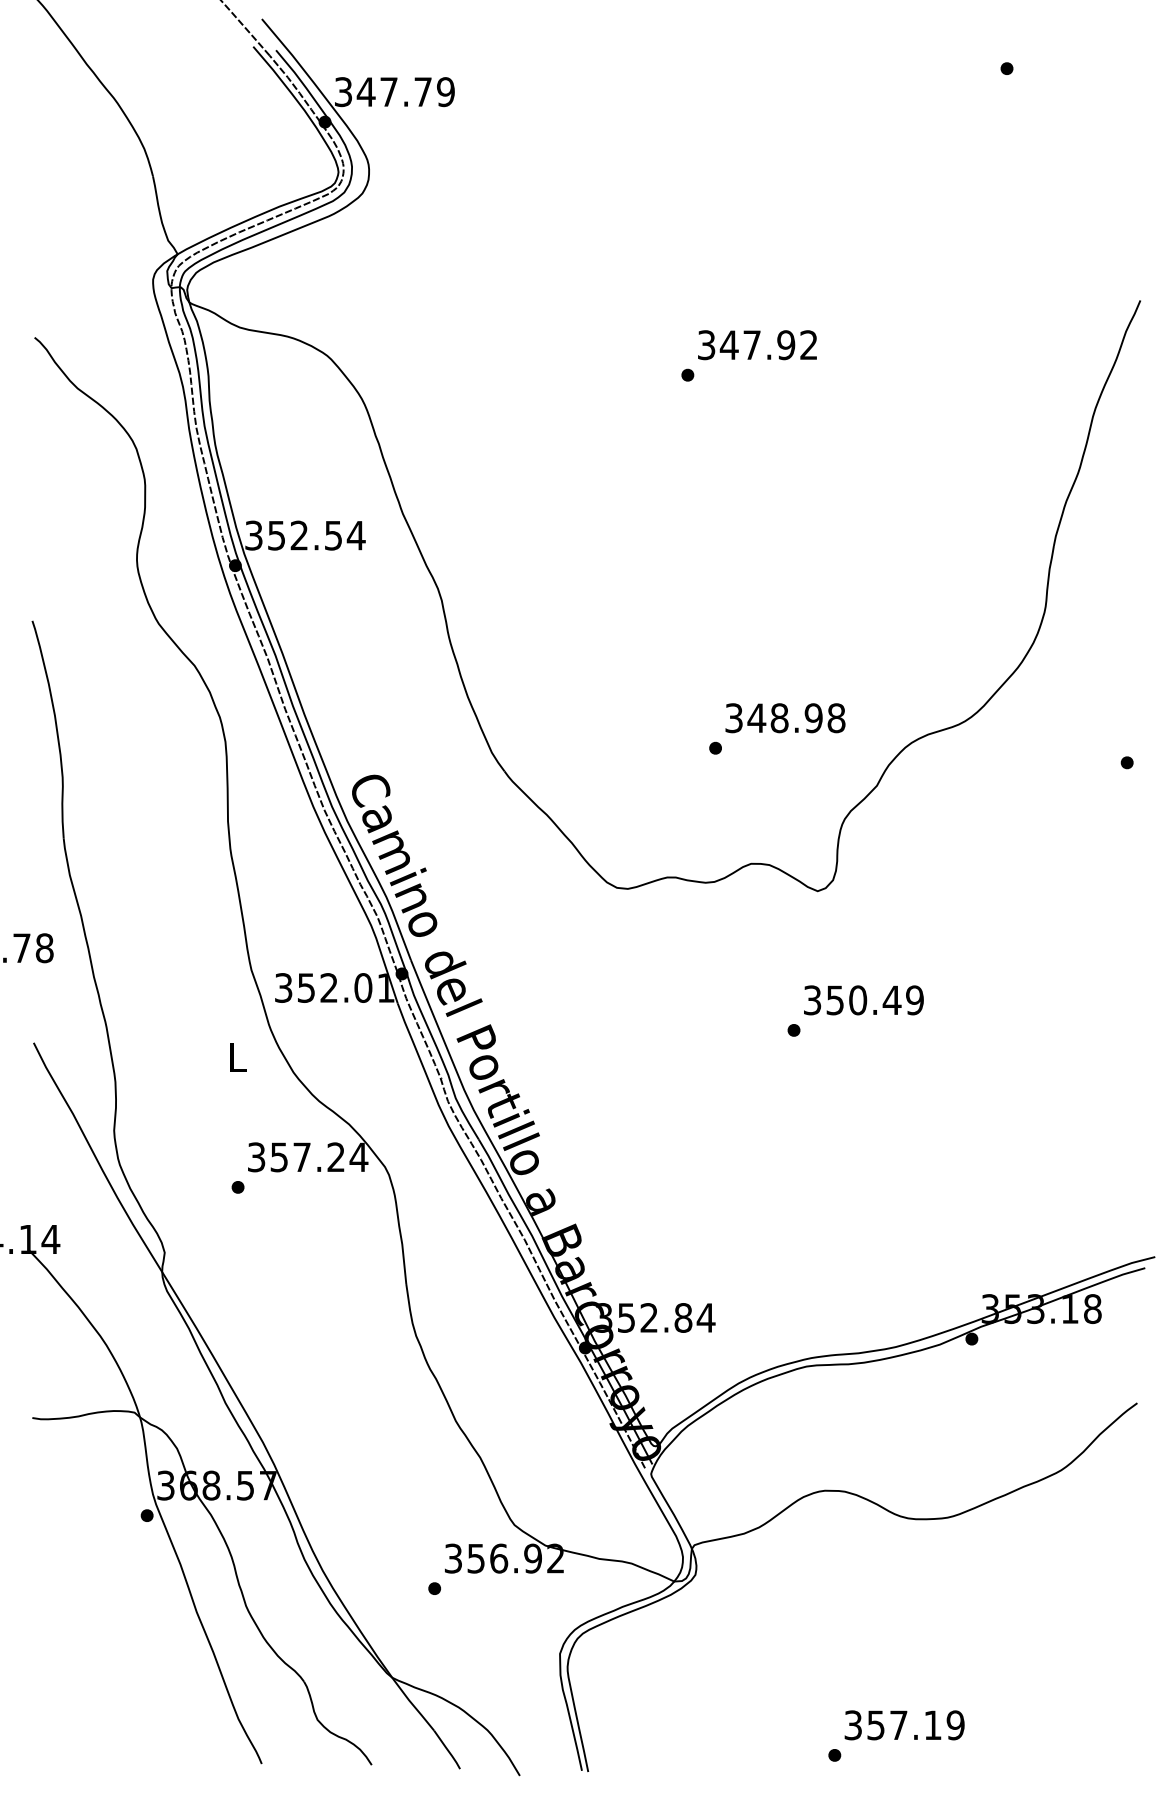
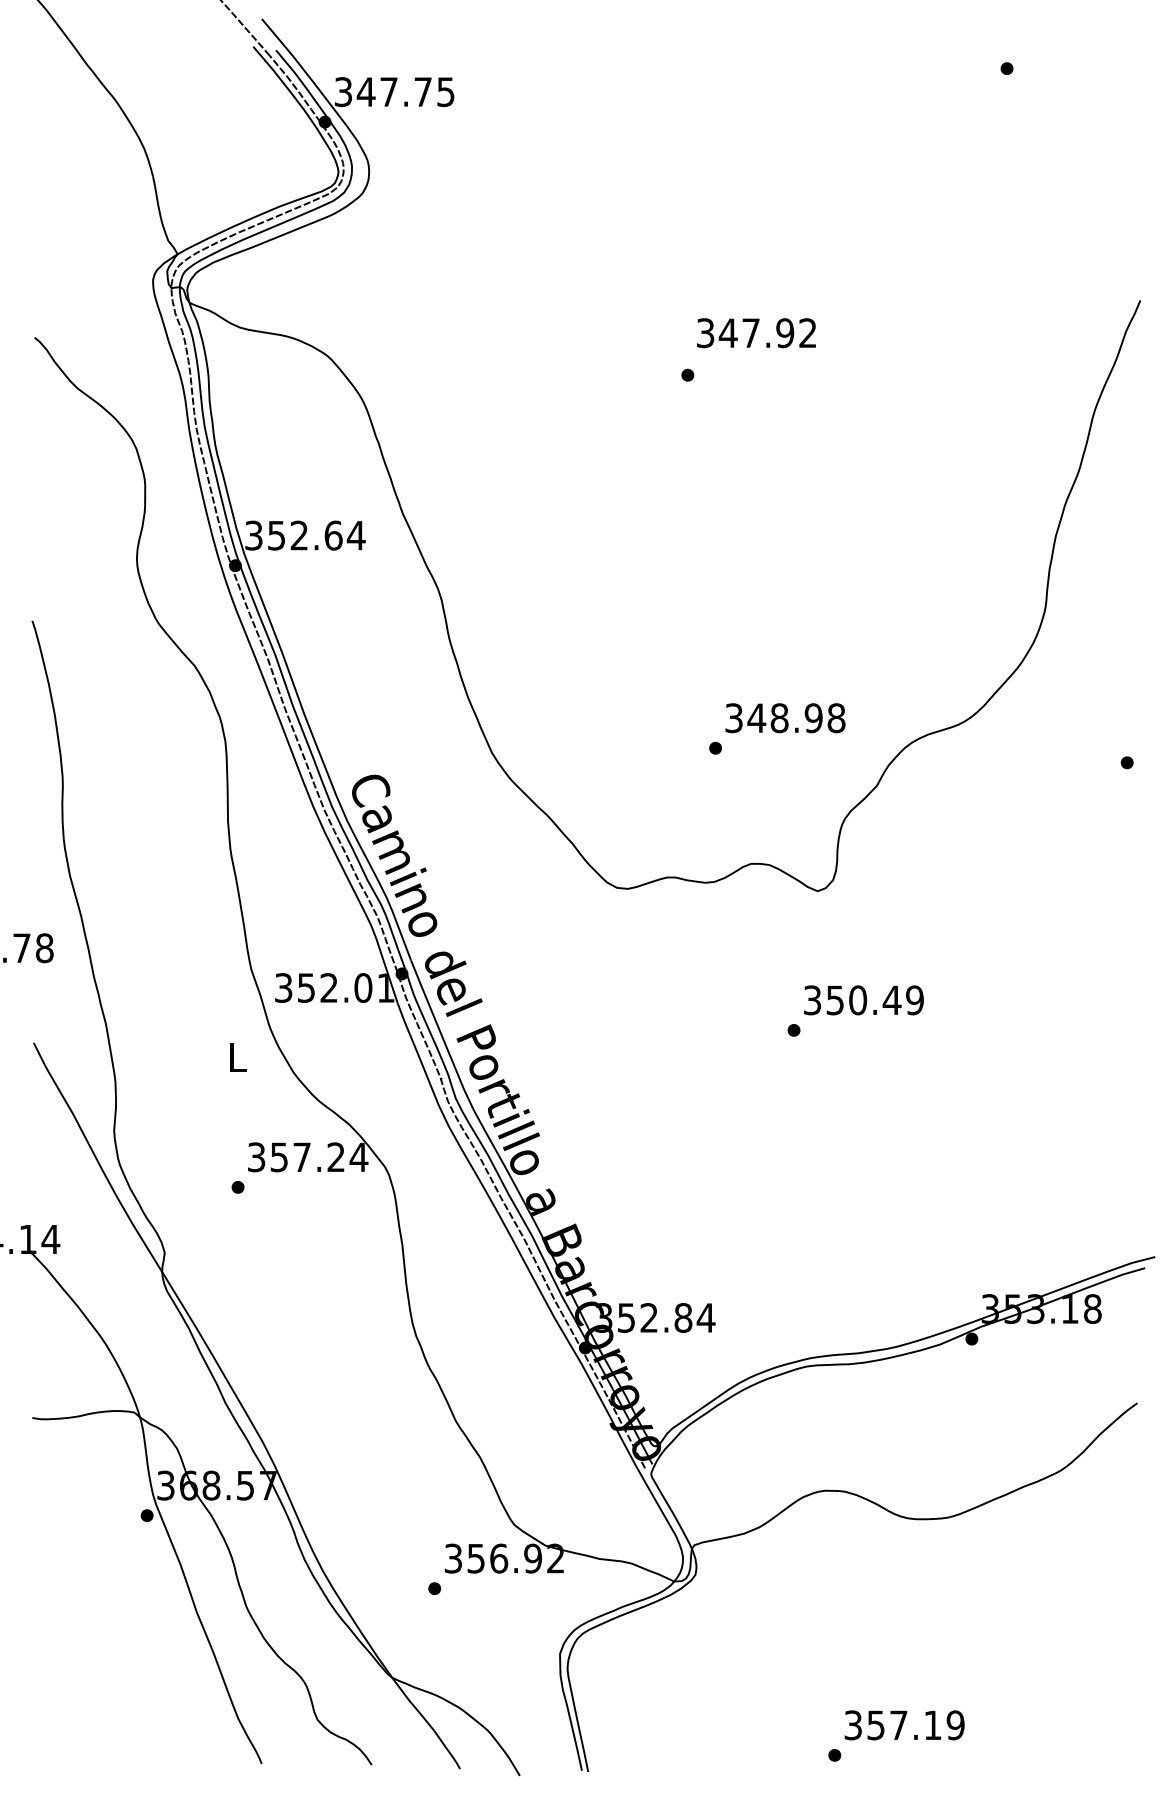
text at (445, 91): 347.79 -> 347.75
text at (757, 345) position: (757, 345) -> (756, 333)
text at (333, 535): 352.54 -> 352.64
